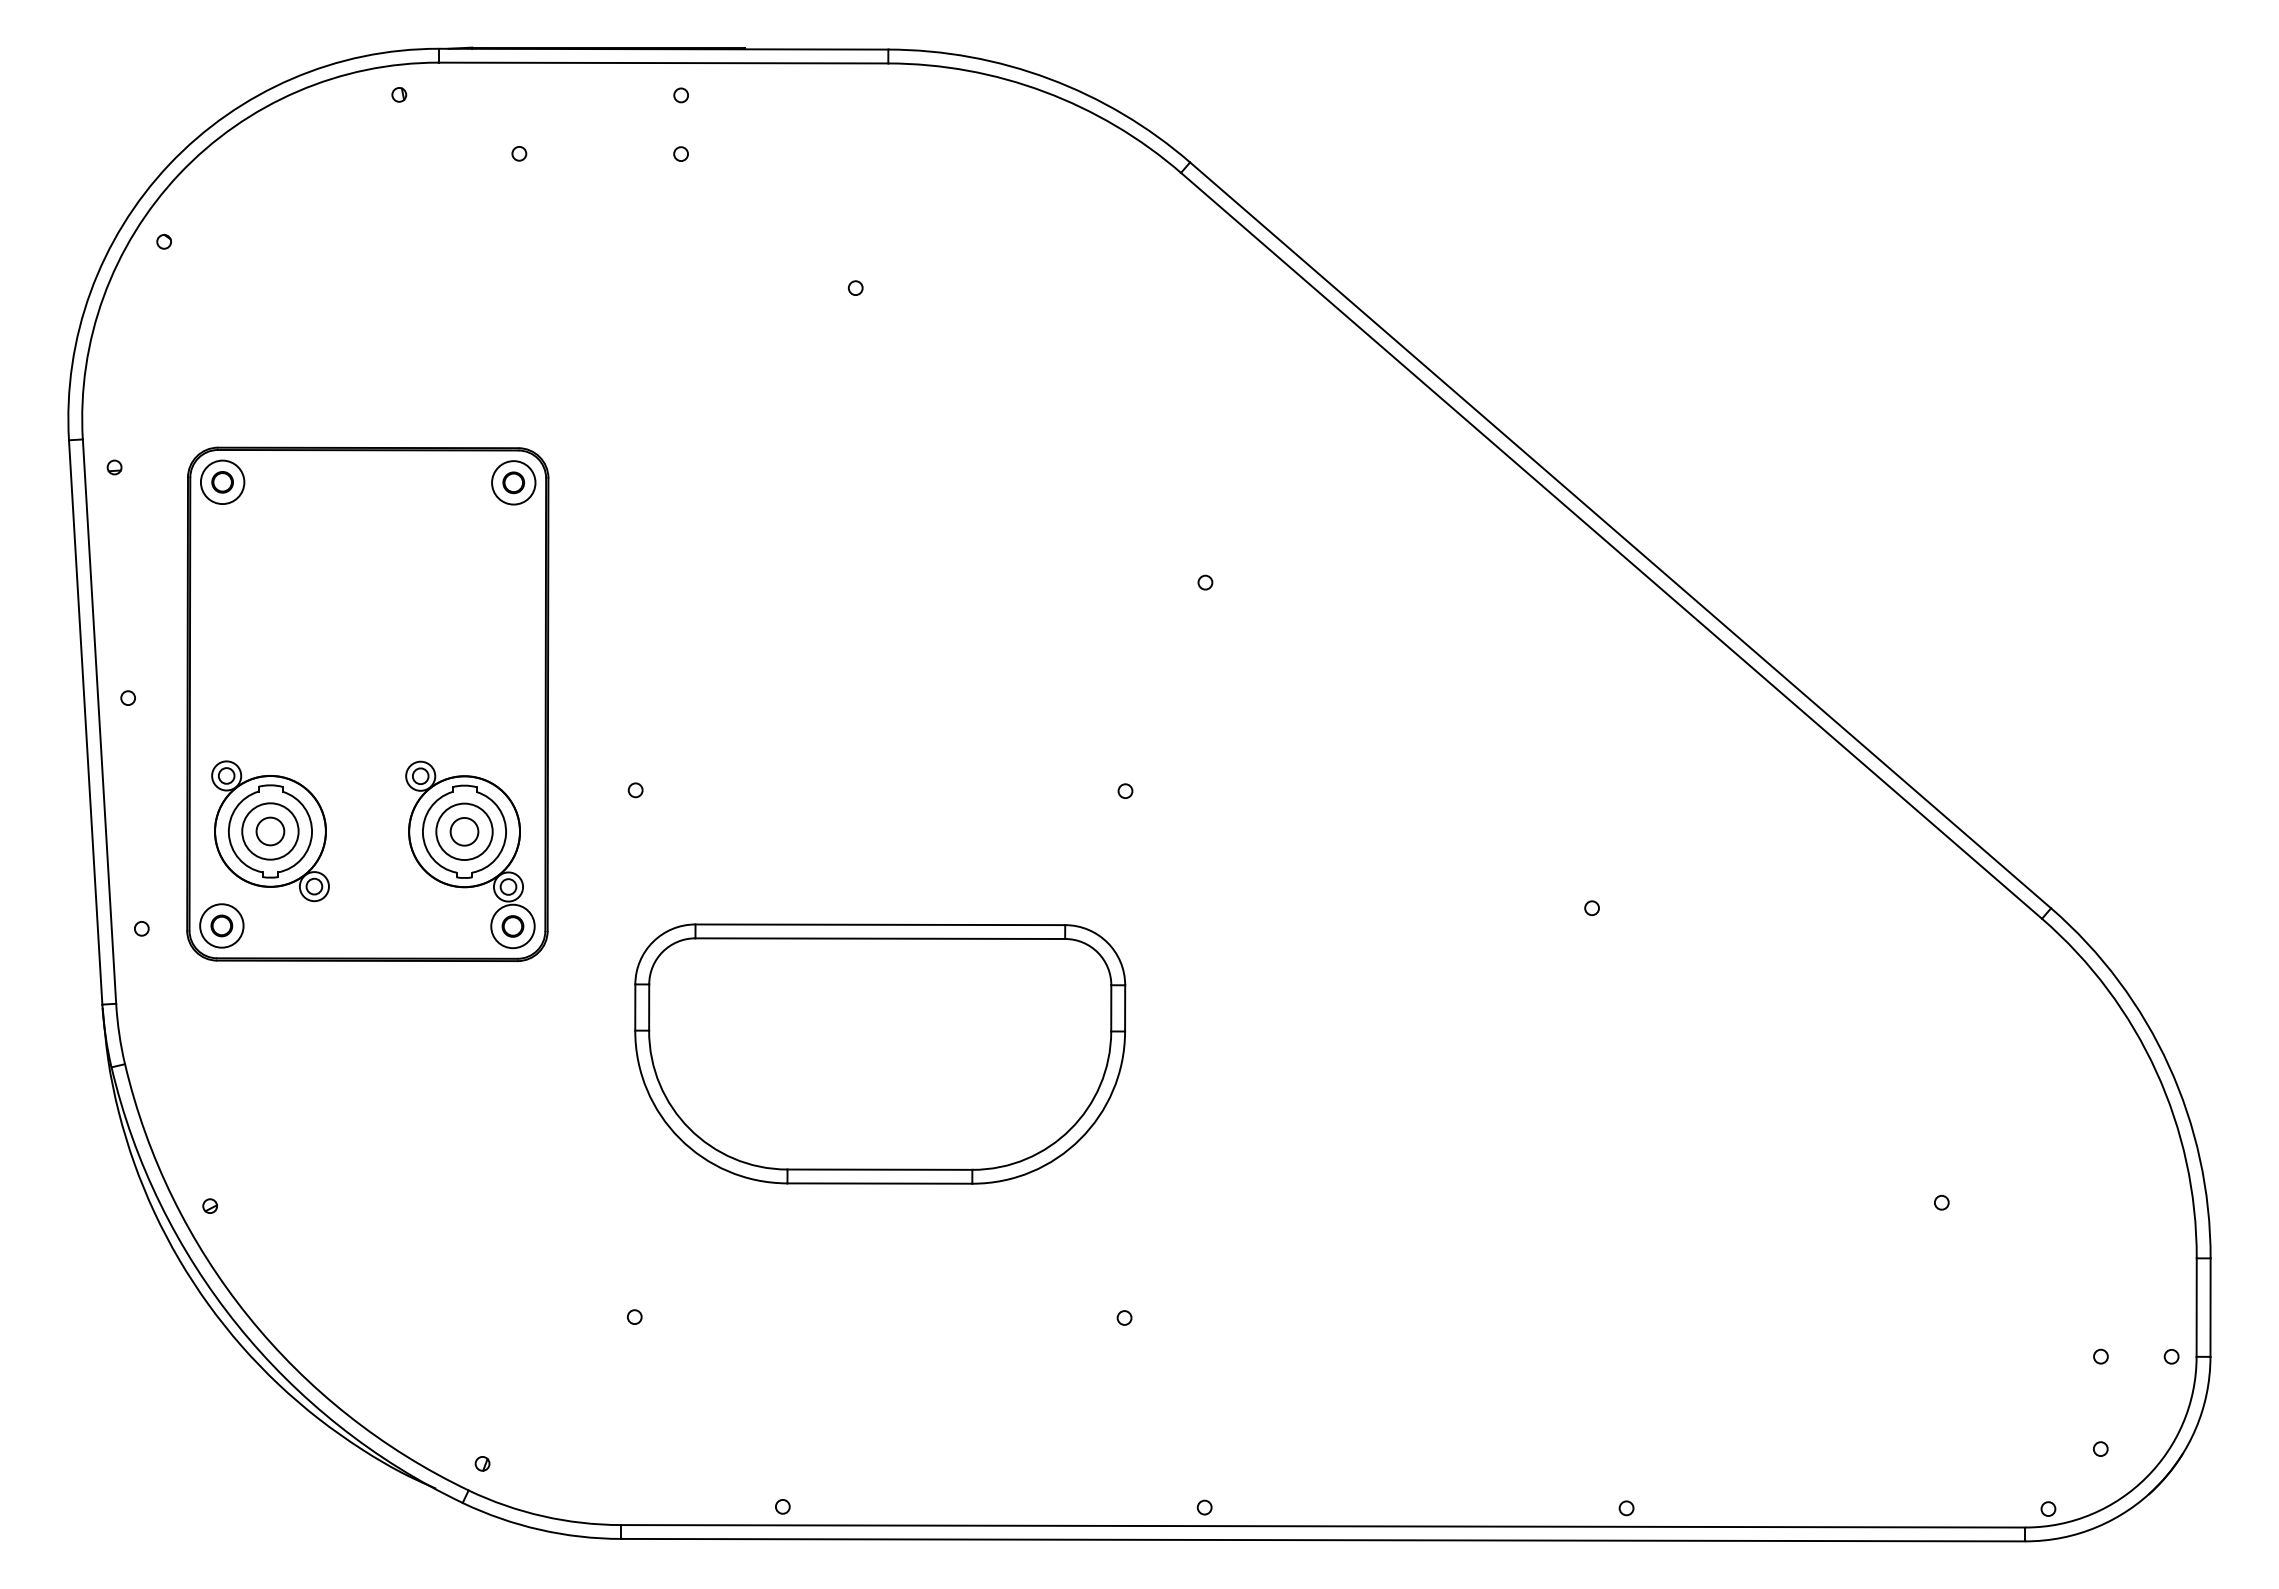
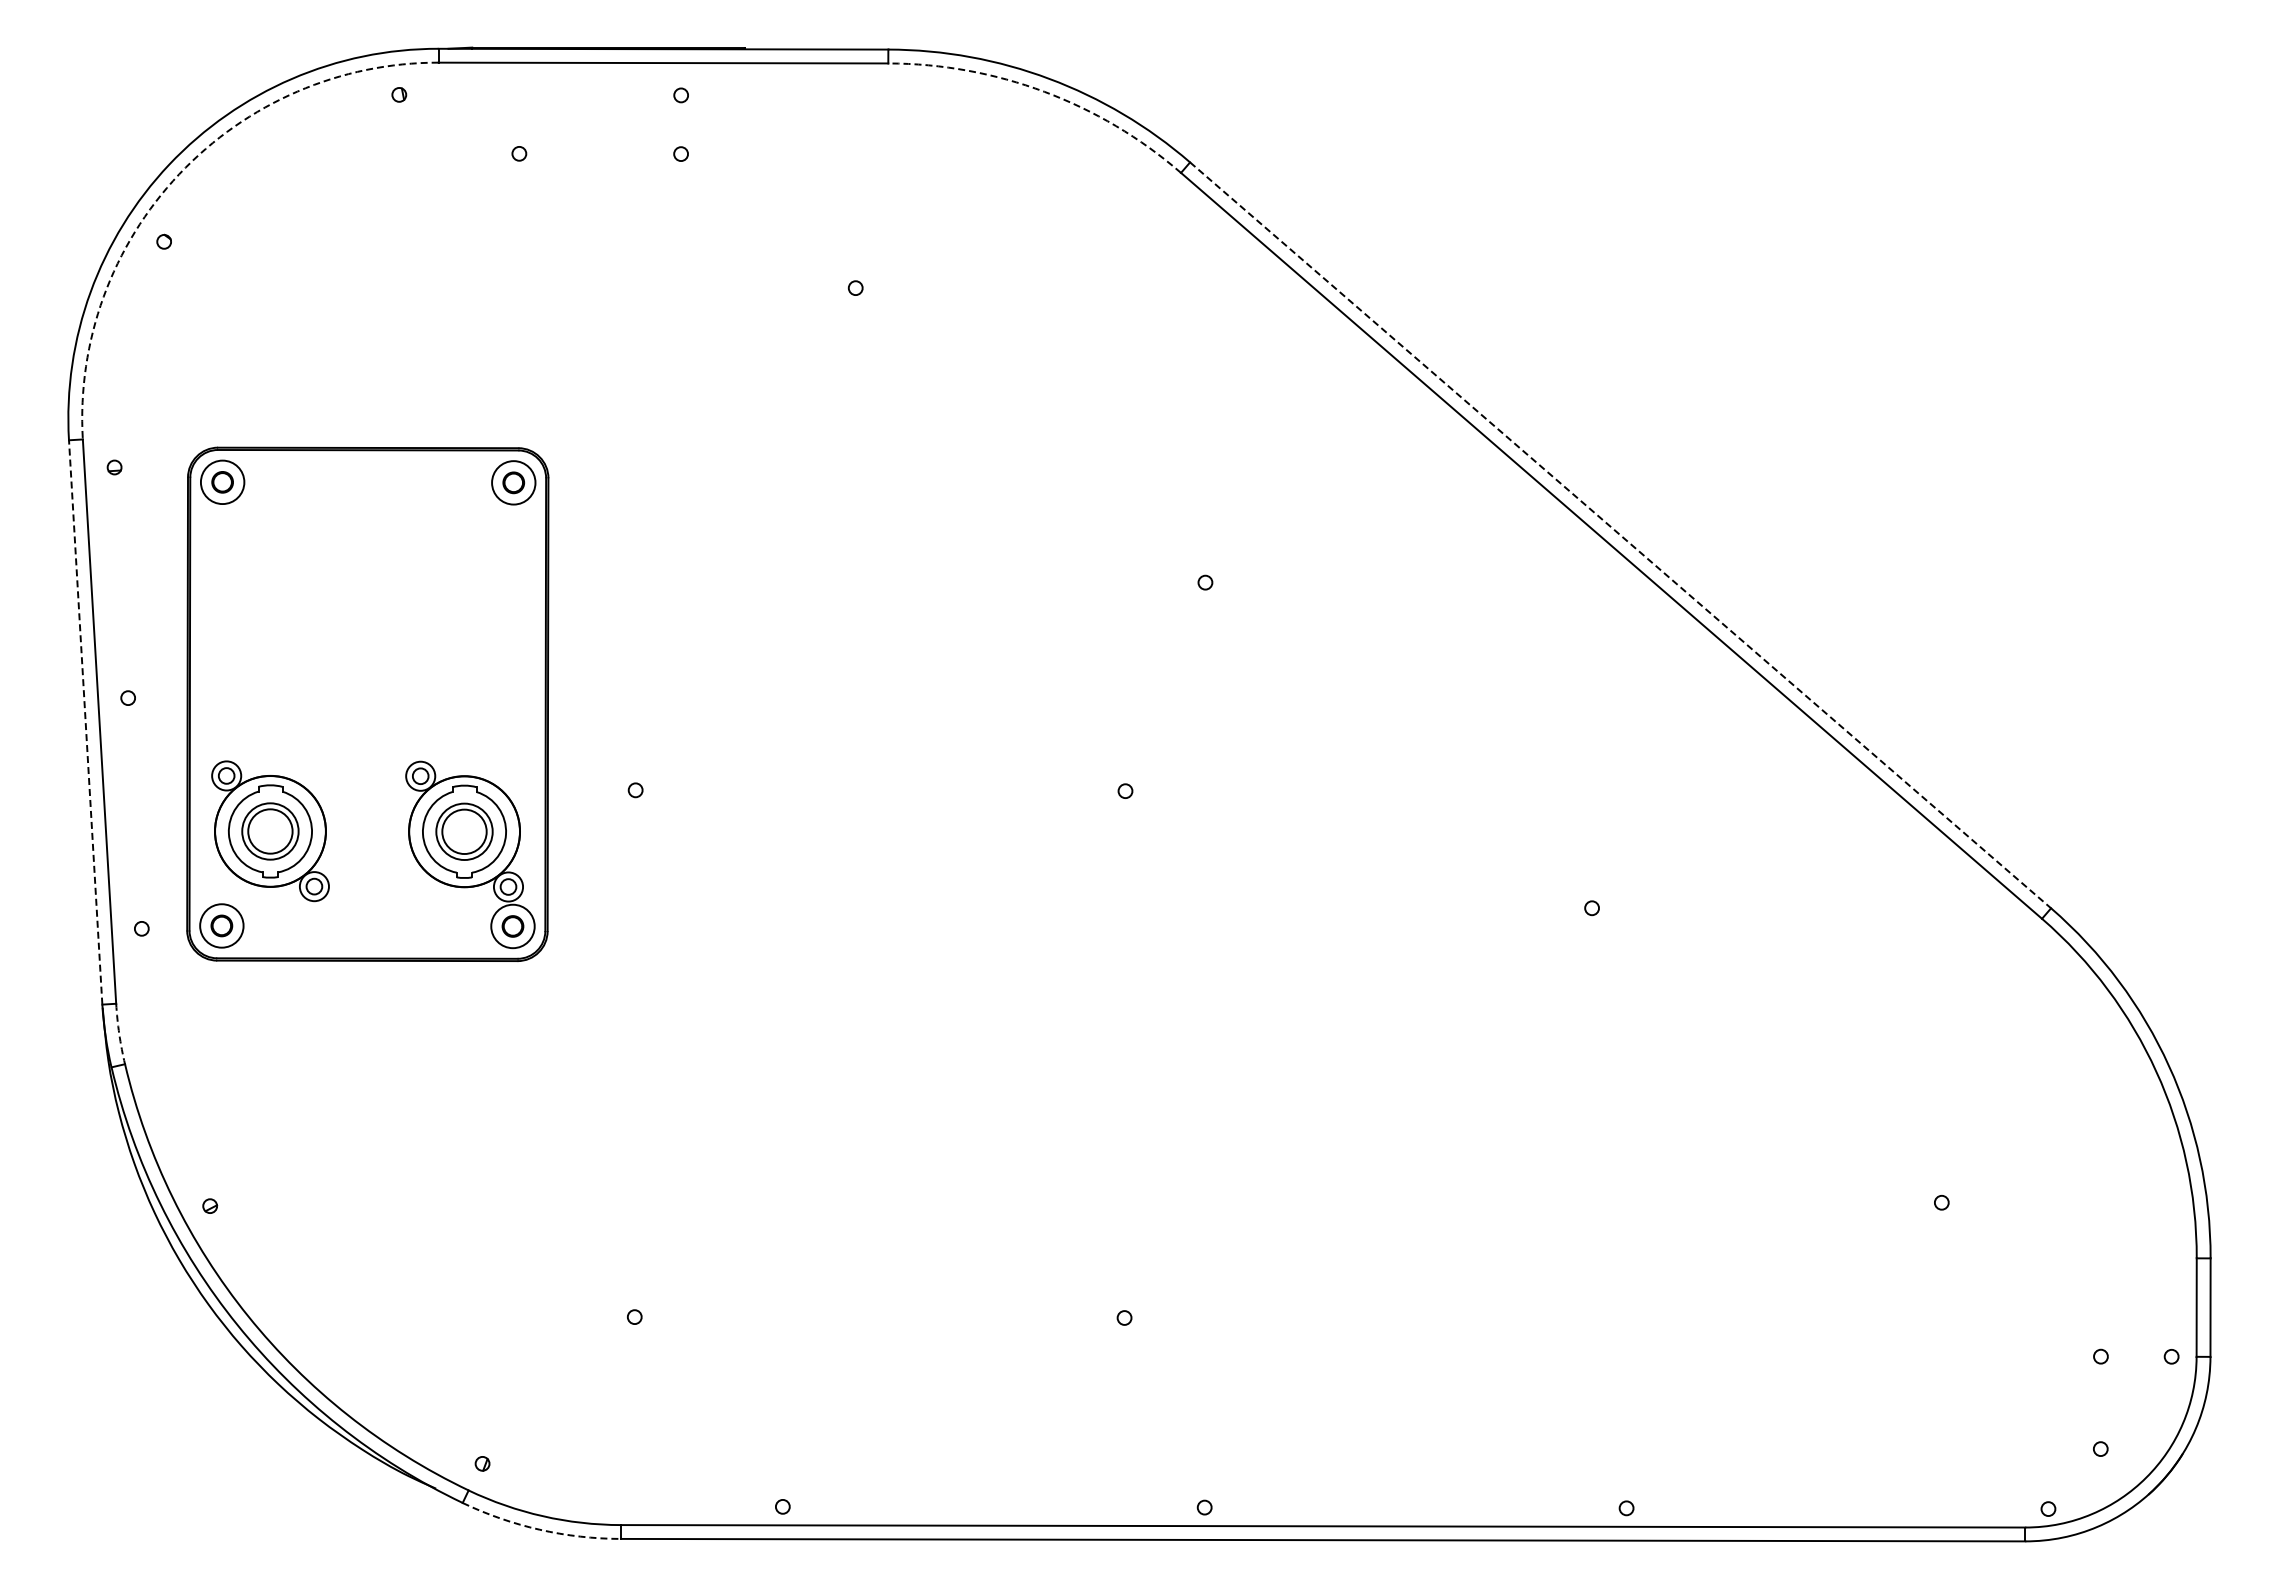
arc at (1044, 91): solid -> dashed
arc at (179, 174): solid -> dashed
line at (1620, 535): solid -> dashed
line at (85, 722): solid -> dashed
circle at (270, 831) diameter: 28 px -> 44 px
circle at (464, 831) diameter: 28 px -> 44 px
arc at (119, 1034): solid -> dashed
part at (880, 1053): present -> none
arc at (539, 1529): solid -> dashed
